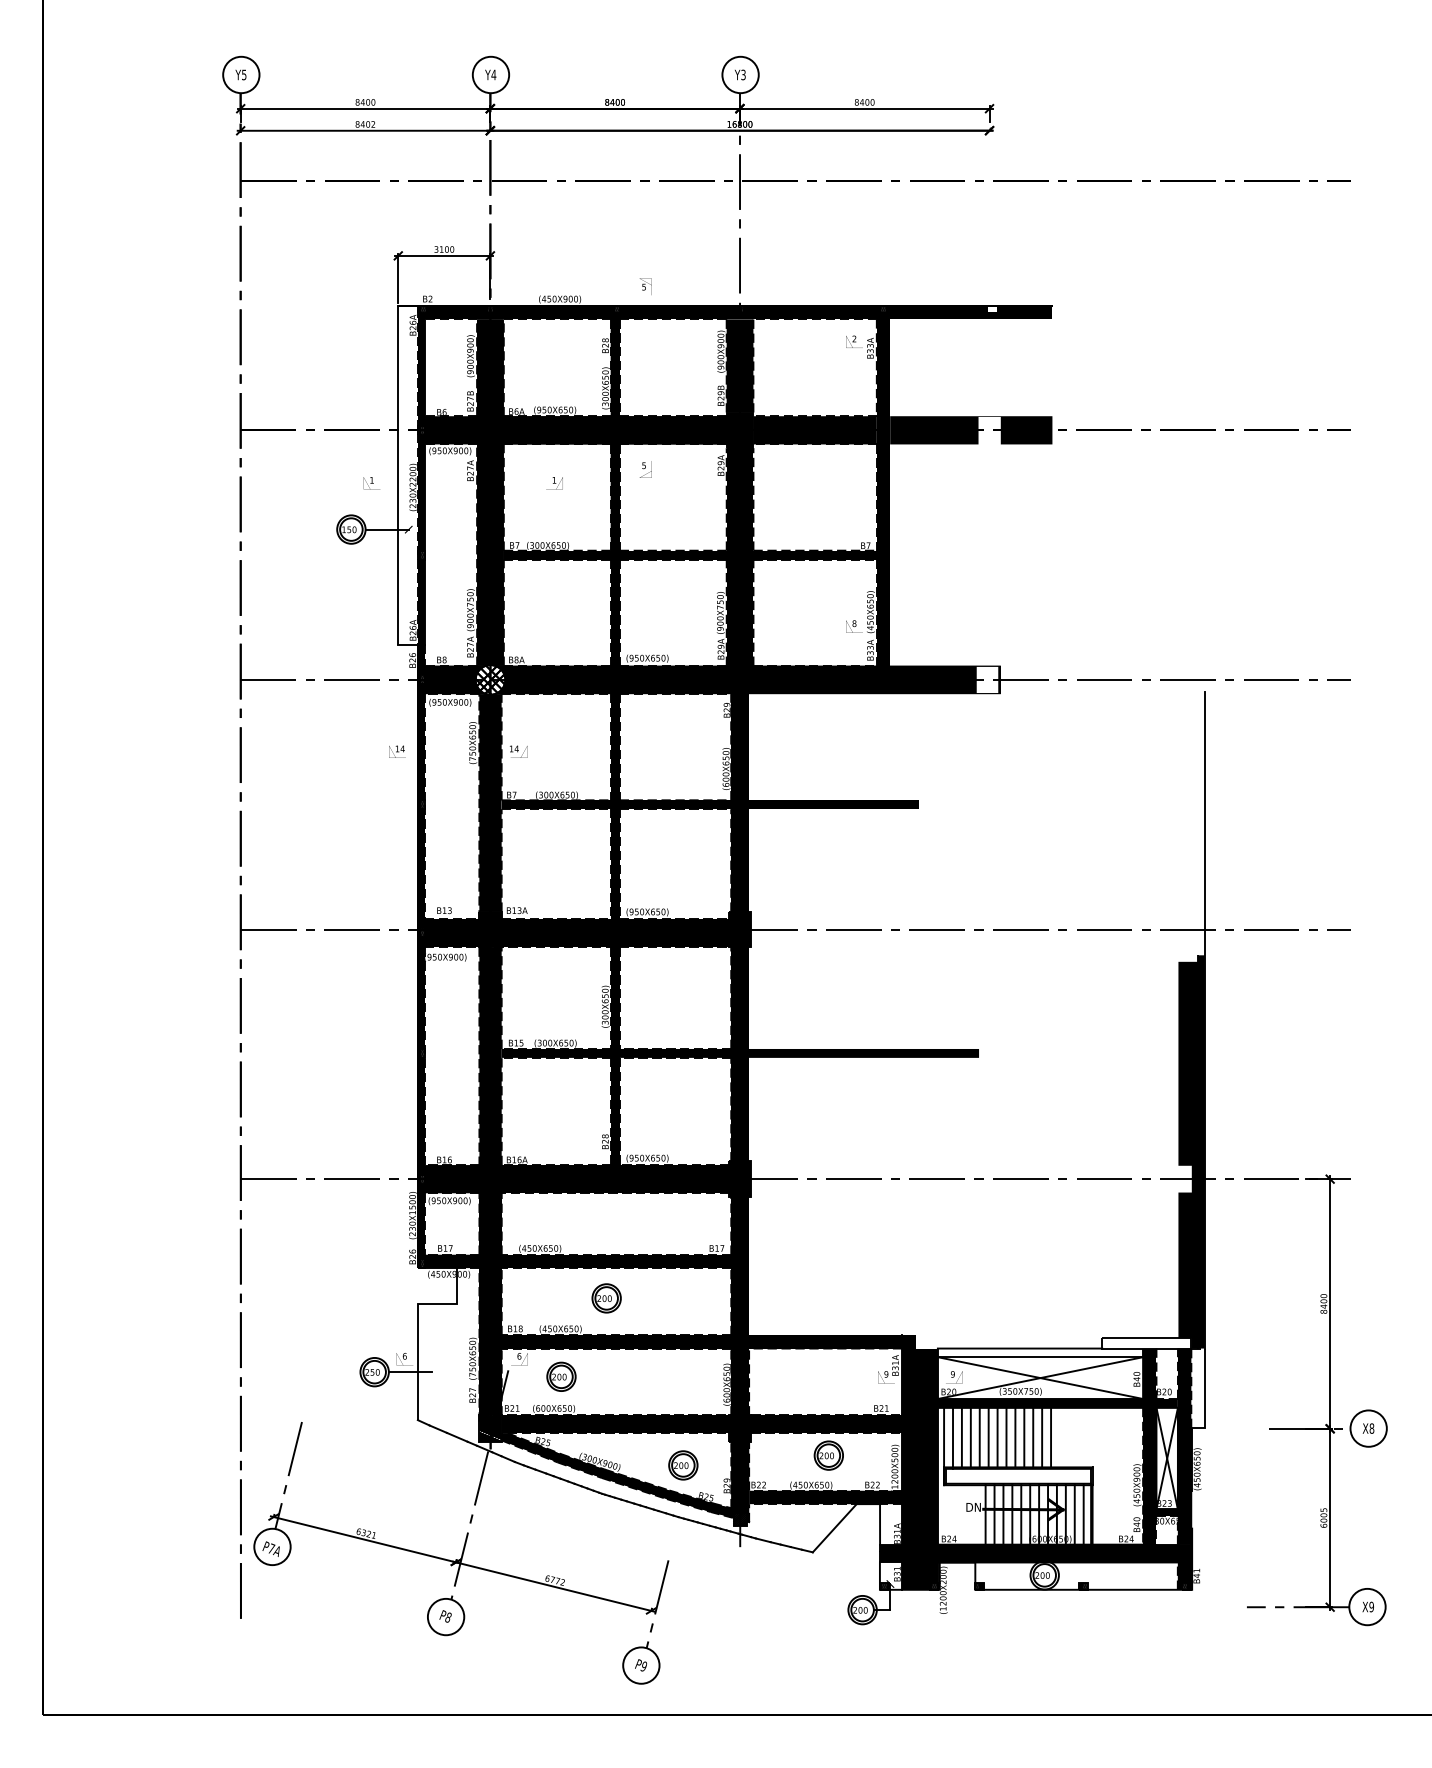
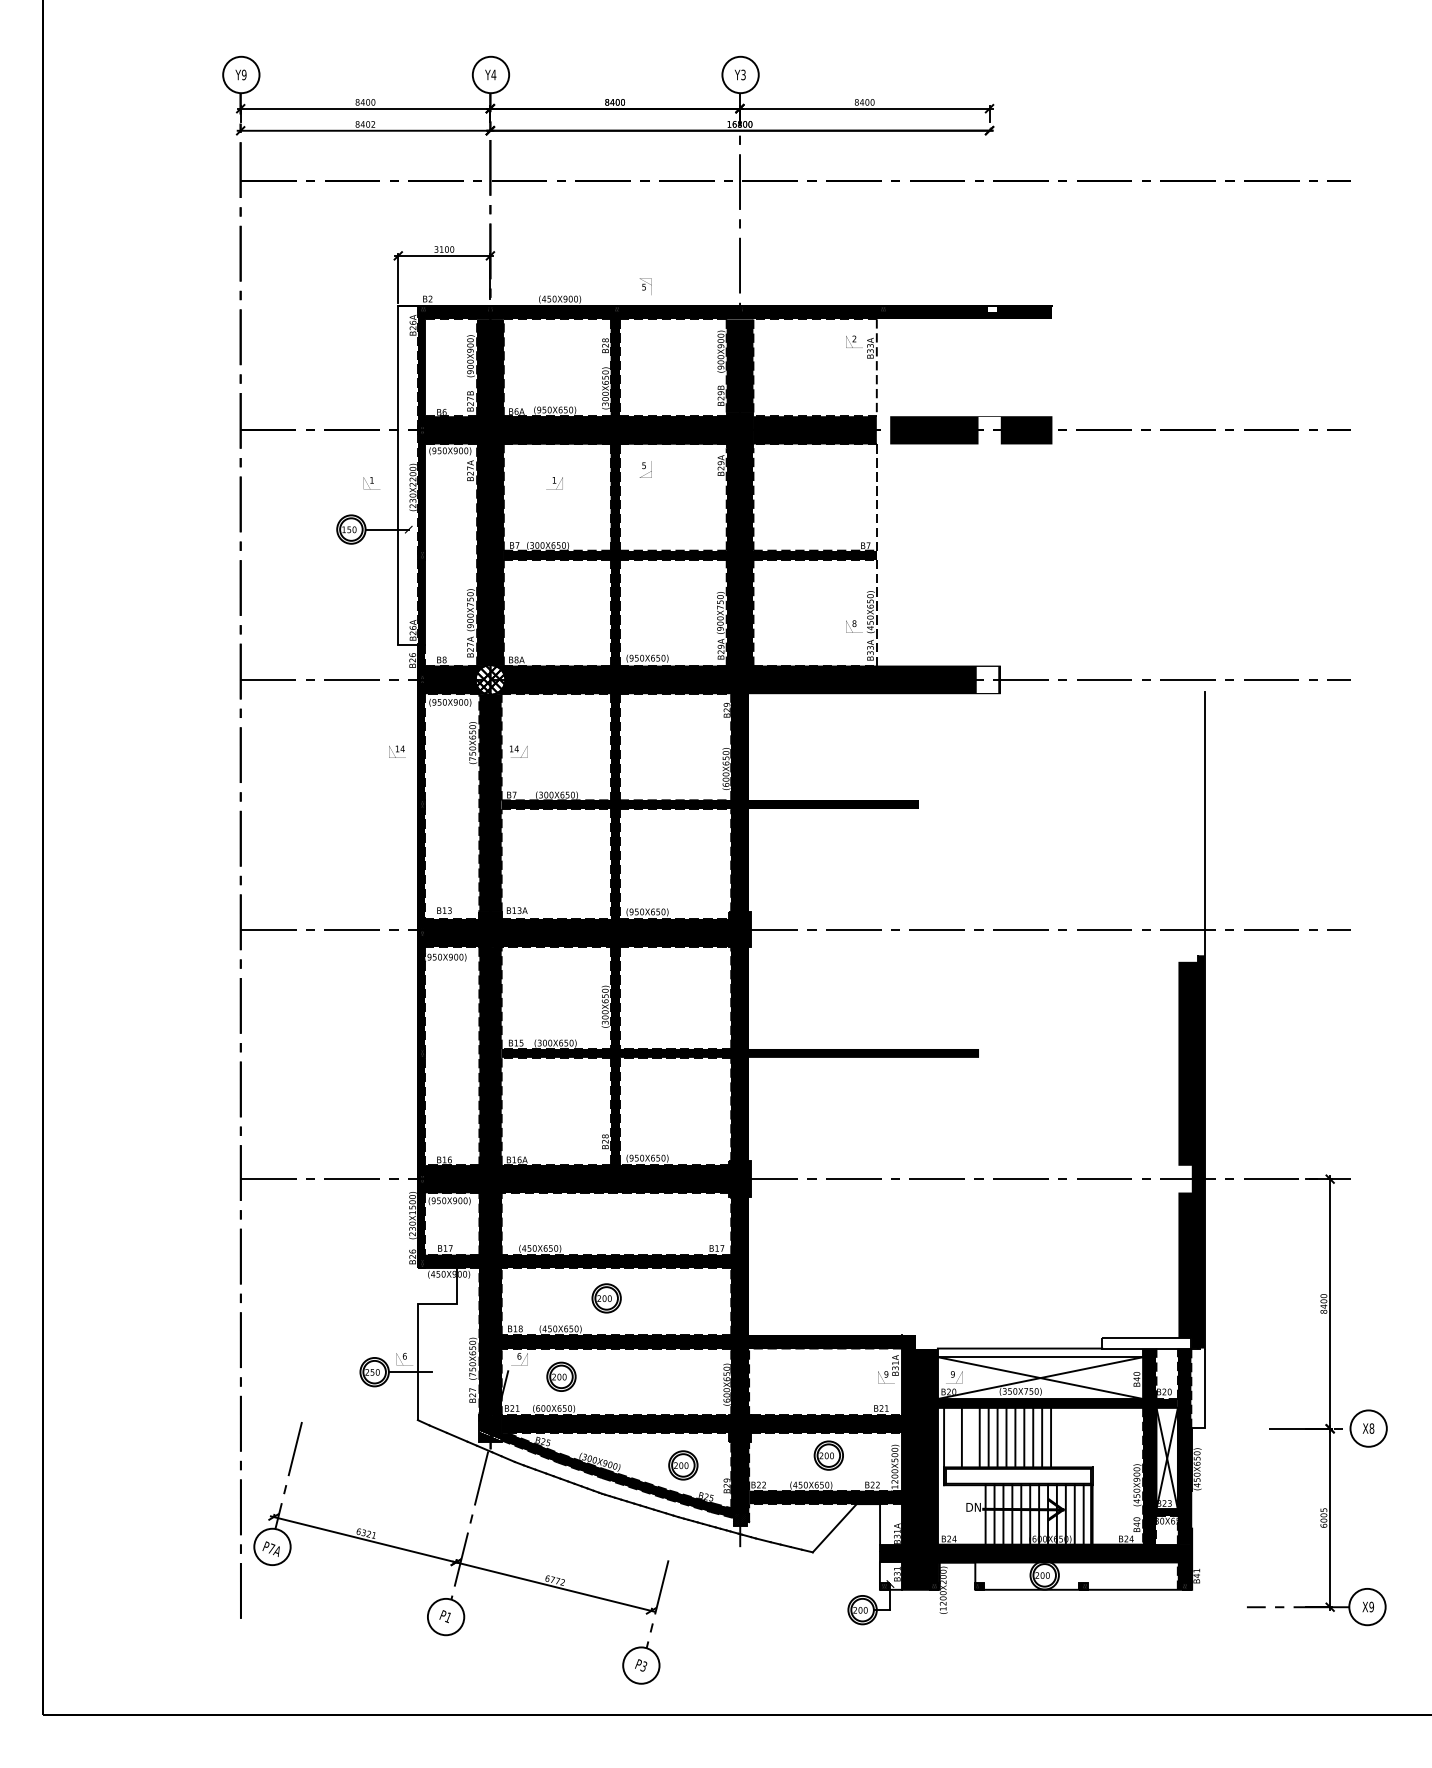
text at (243, 74): Y5 -> Y9
fill at (883, 492): present -> none
line at (952, 1437): present -> none
line at (970, 1437): present -> none
text at (448, 1617): P8 -> P1
text at (643, 1666): P9 -> P3
